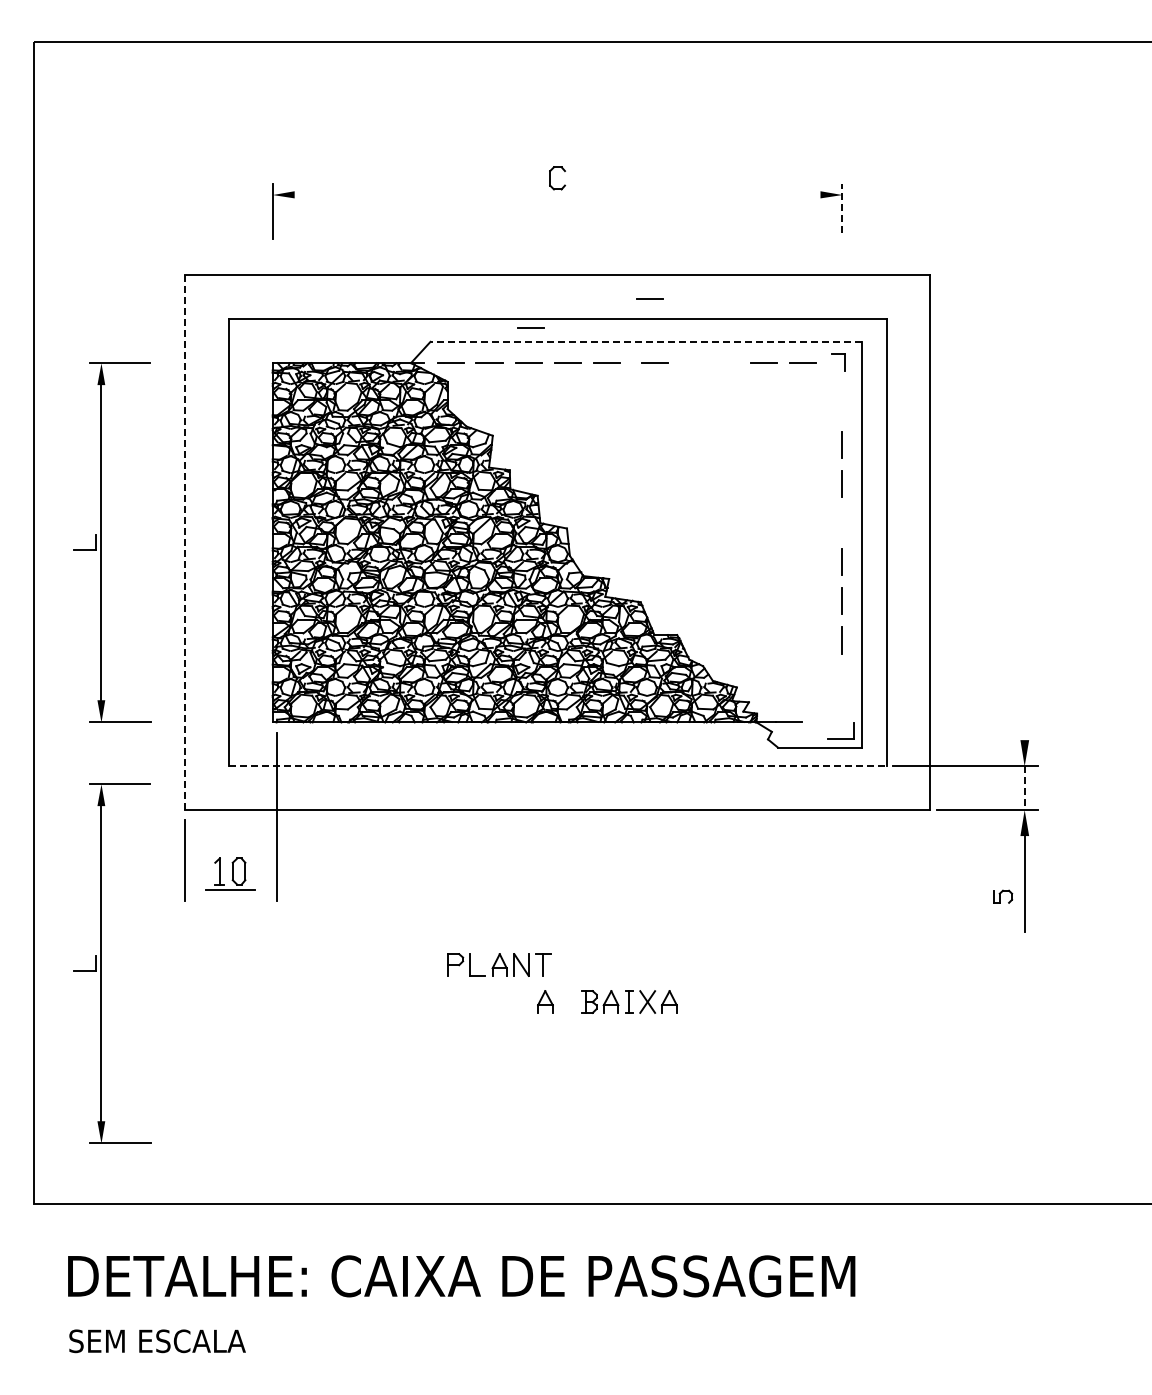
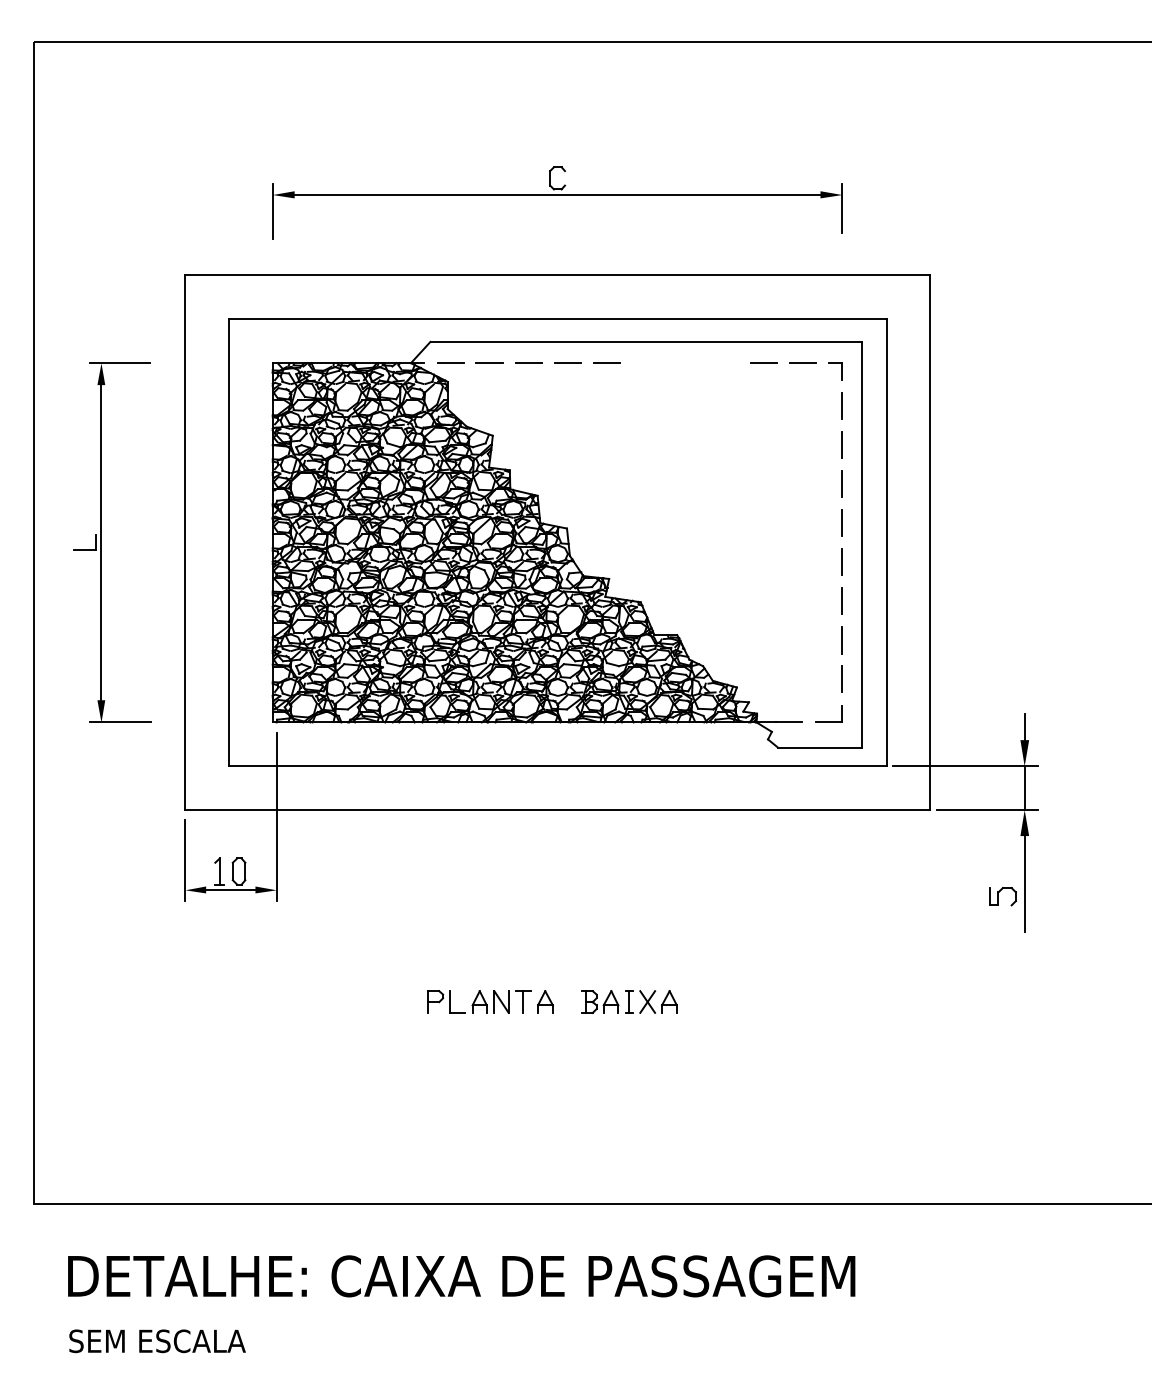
line at (557, 195): none -> present
line at (842, 208): dashed -> solid
line at (649, 298): present -> none
line at (530, 327): present -> none
line at (646, 341): dashed -> solid
line at (654, 362): present -> none
part at (838, 362) position: (838, 362) -> (835, 371)
line at (841, 405): none -> present
line at (841, 522): none -> present
line at (185, 543): dashed -> solid
line at (841, 678): none -> present
line at (1024, 726): none -> present
part at (840, 738) position: (840, 738) -> (828, 721)
line at (557, 766): dashed -> solid
line at (1024, 788): dashed -> solid
fill at (195, 889): none -> present
fill at (265, 889): none -> present
part at (1003, 896) size: 21x15 px -> 28x20 px
part at (101, 963): present -> none
part at (499, 964) position: (499, 964) -> (479, 1001)
